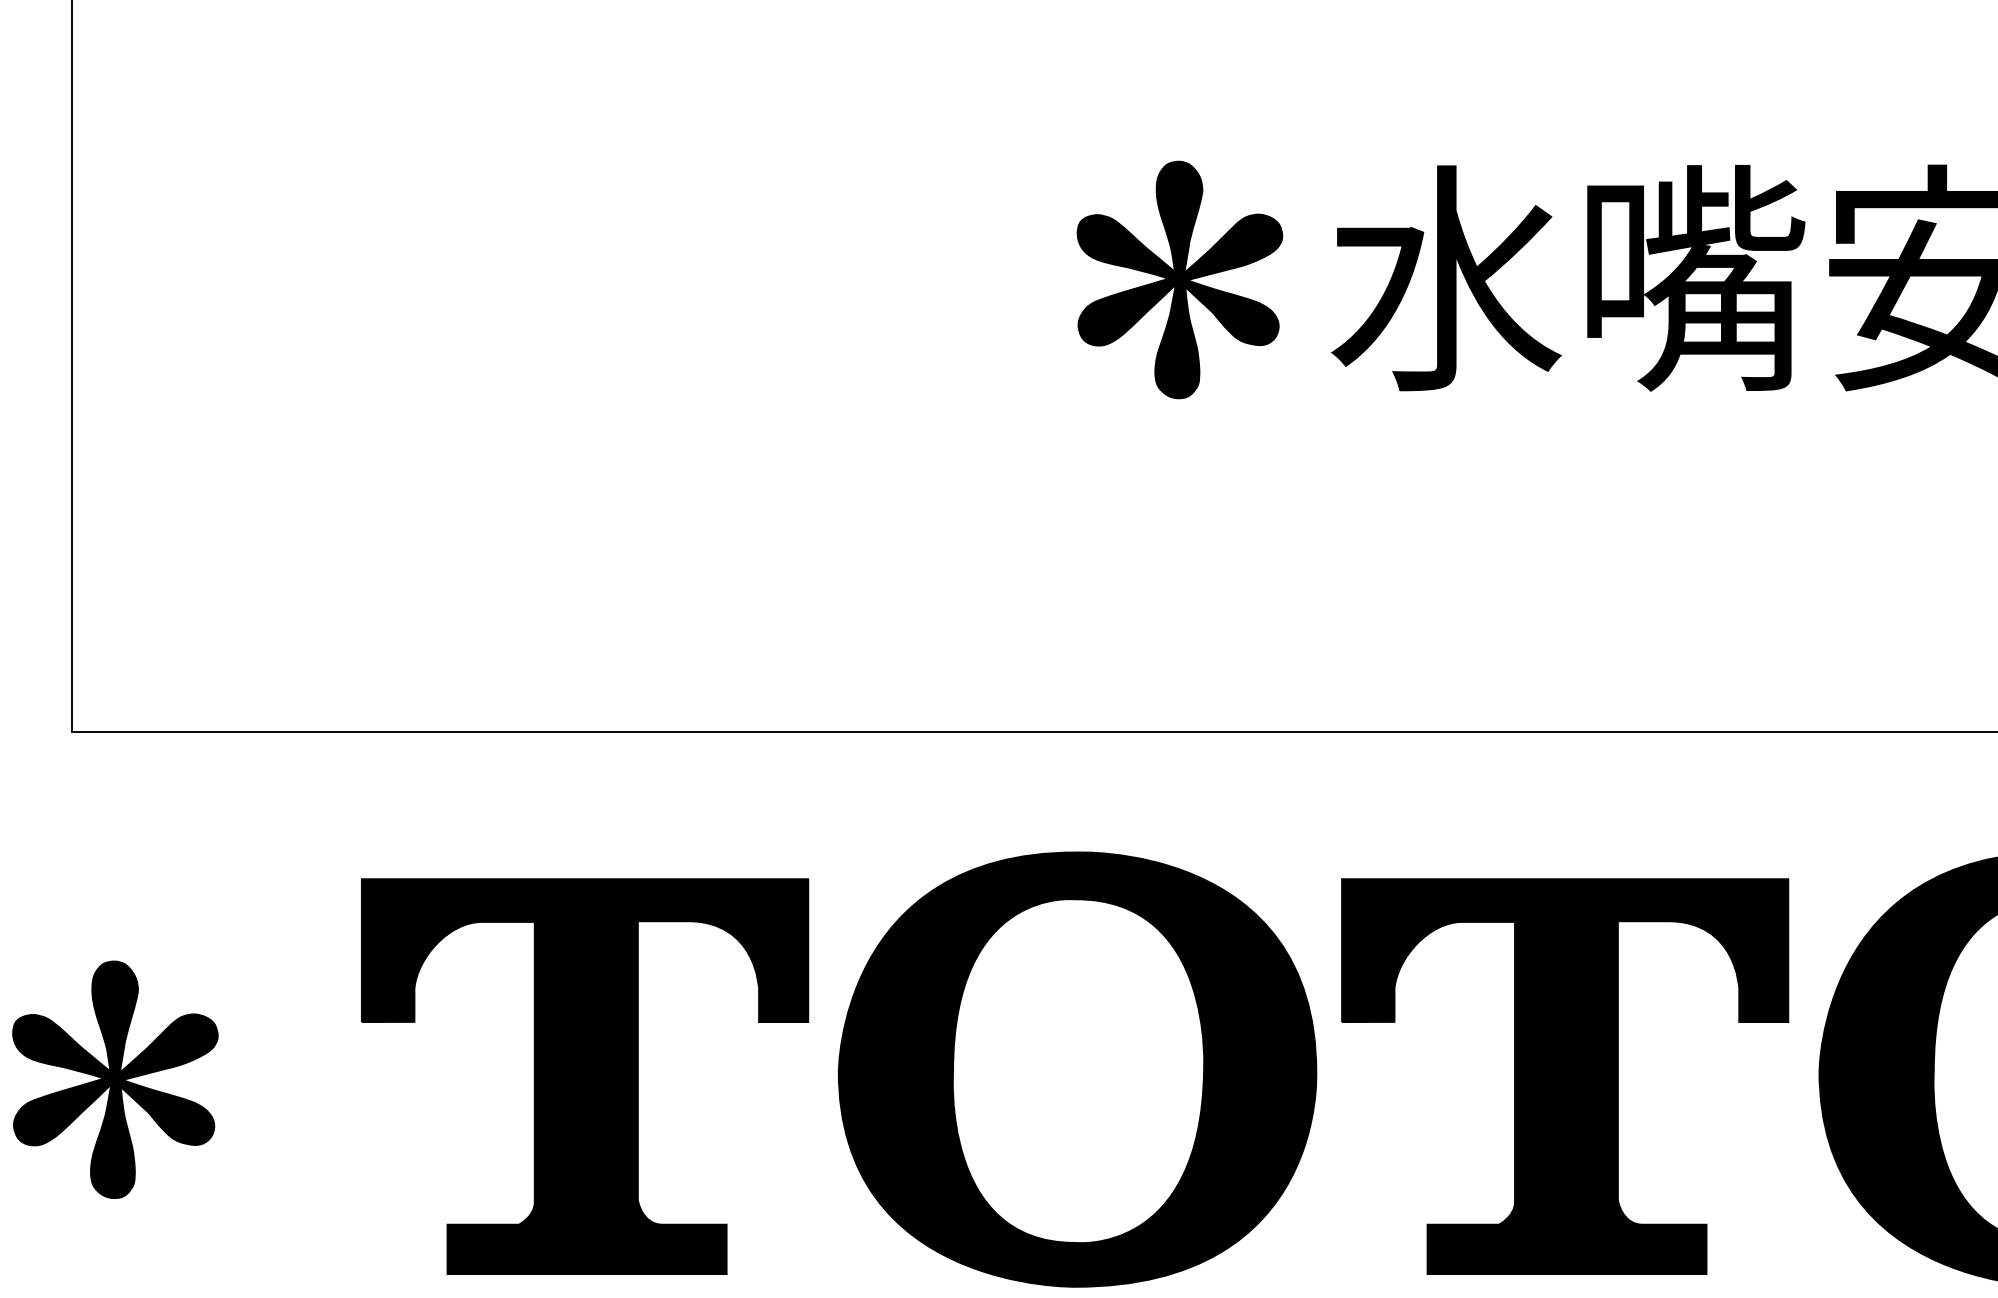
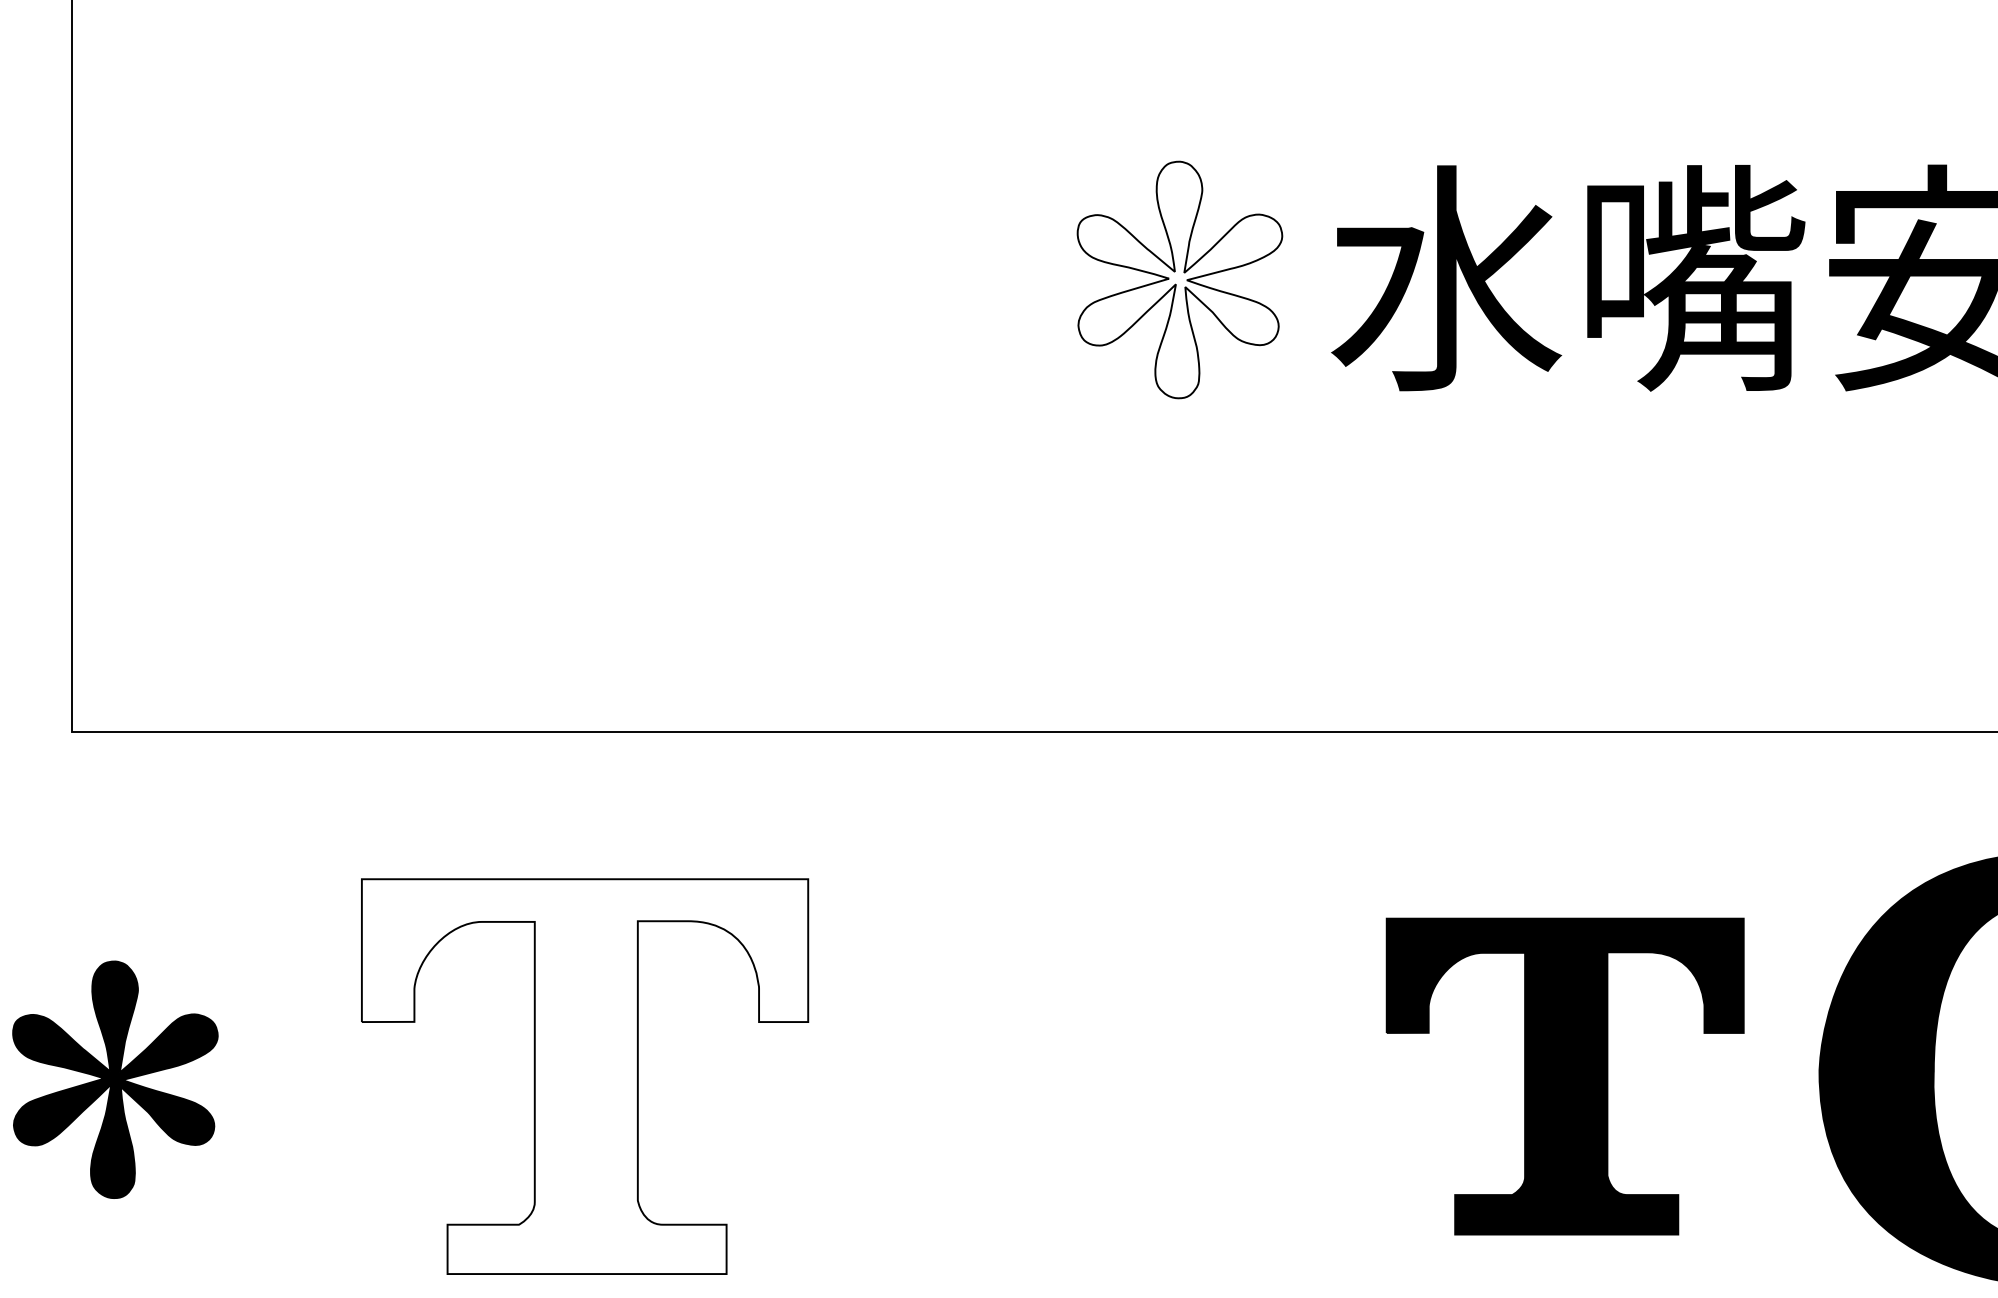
fill at (1179, 279): present -> none
part at (1077, 1069): present -> none
fill at (584, 1076): present -> none
part at (1565, 1076) size: 449x397 px -> 360x319 px
